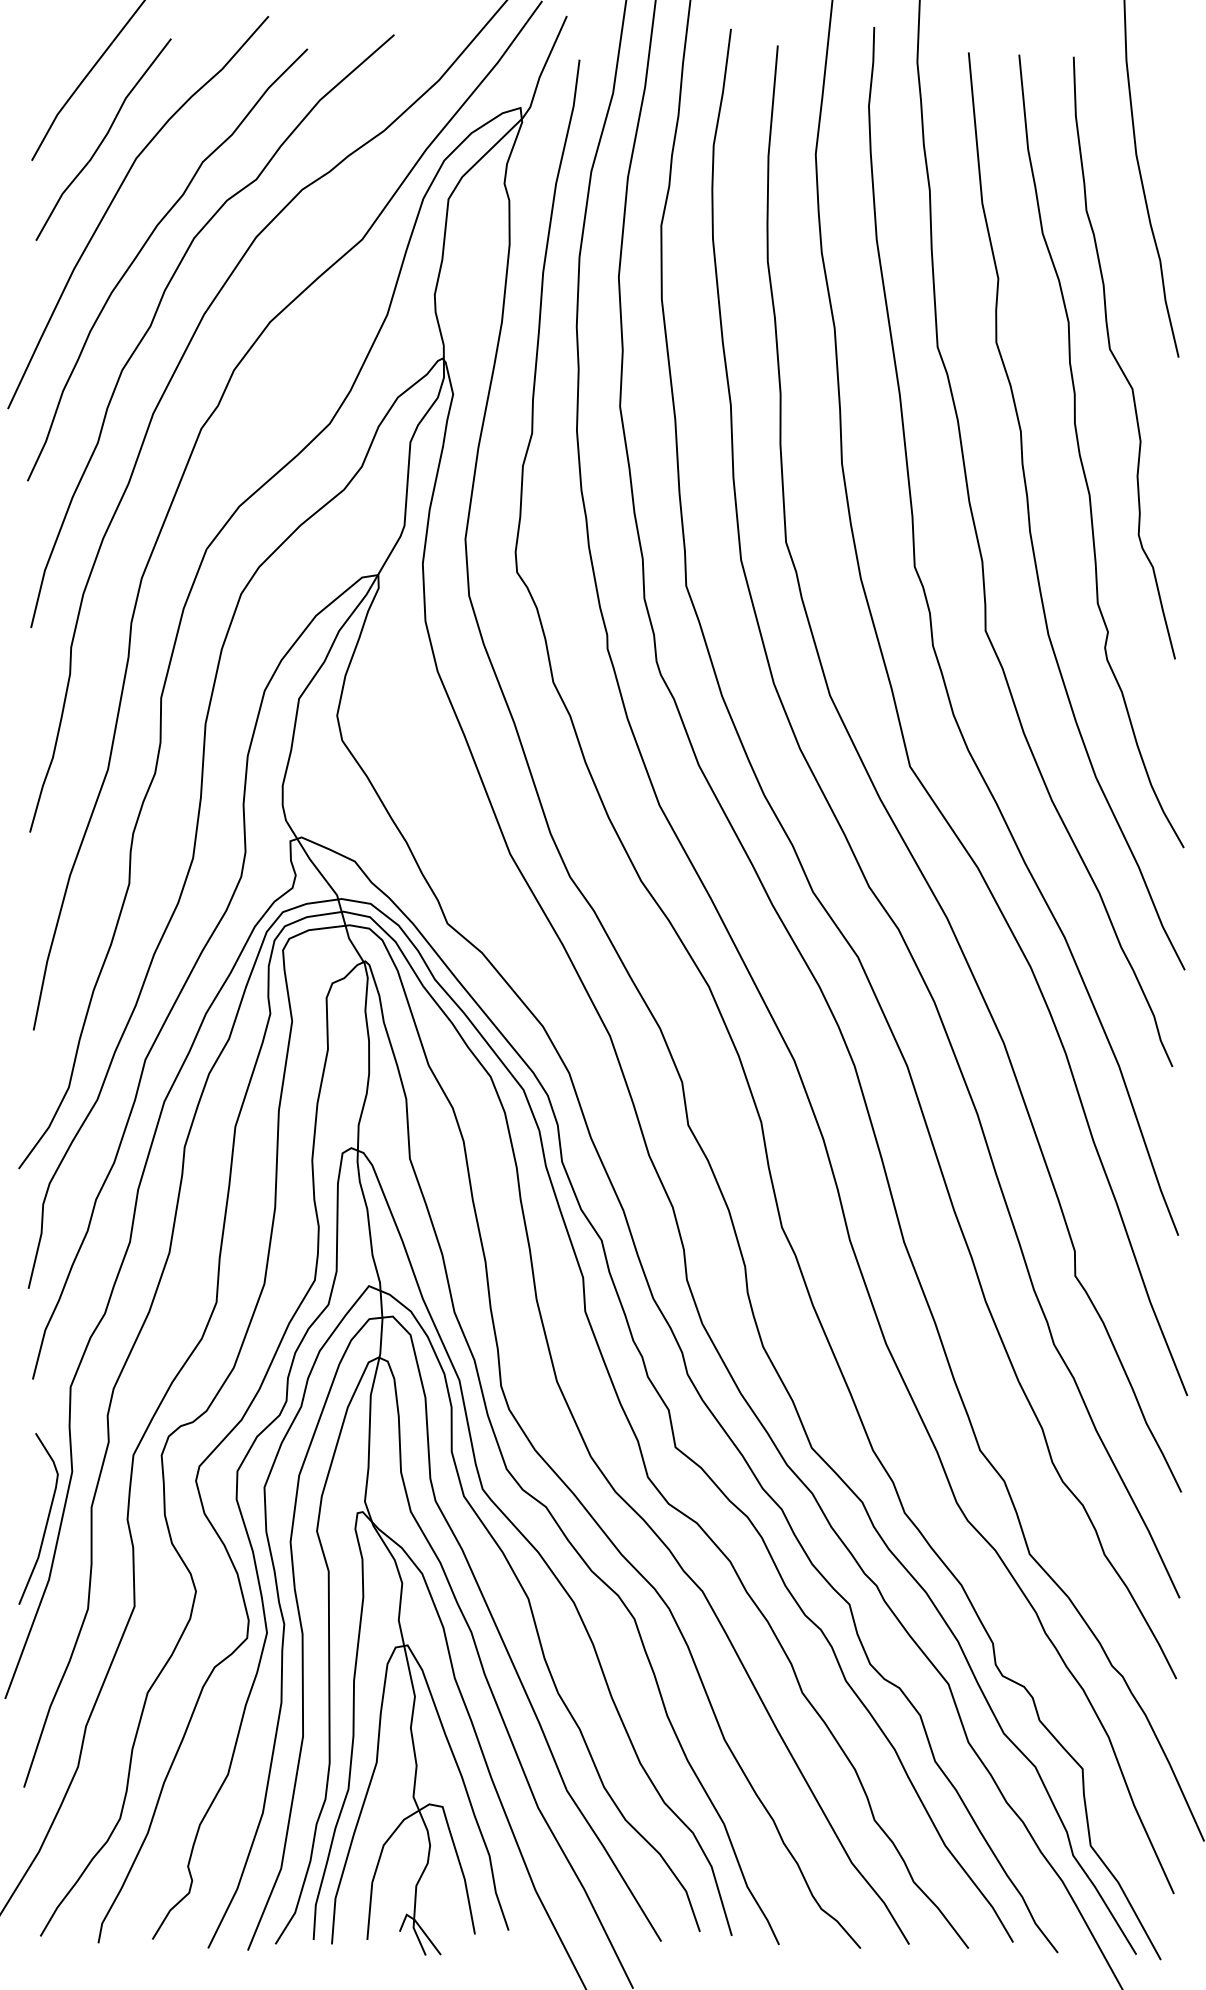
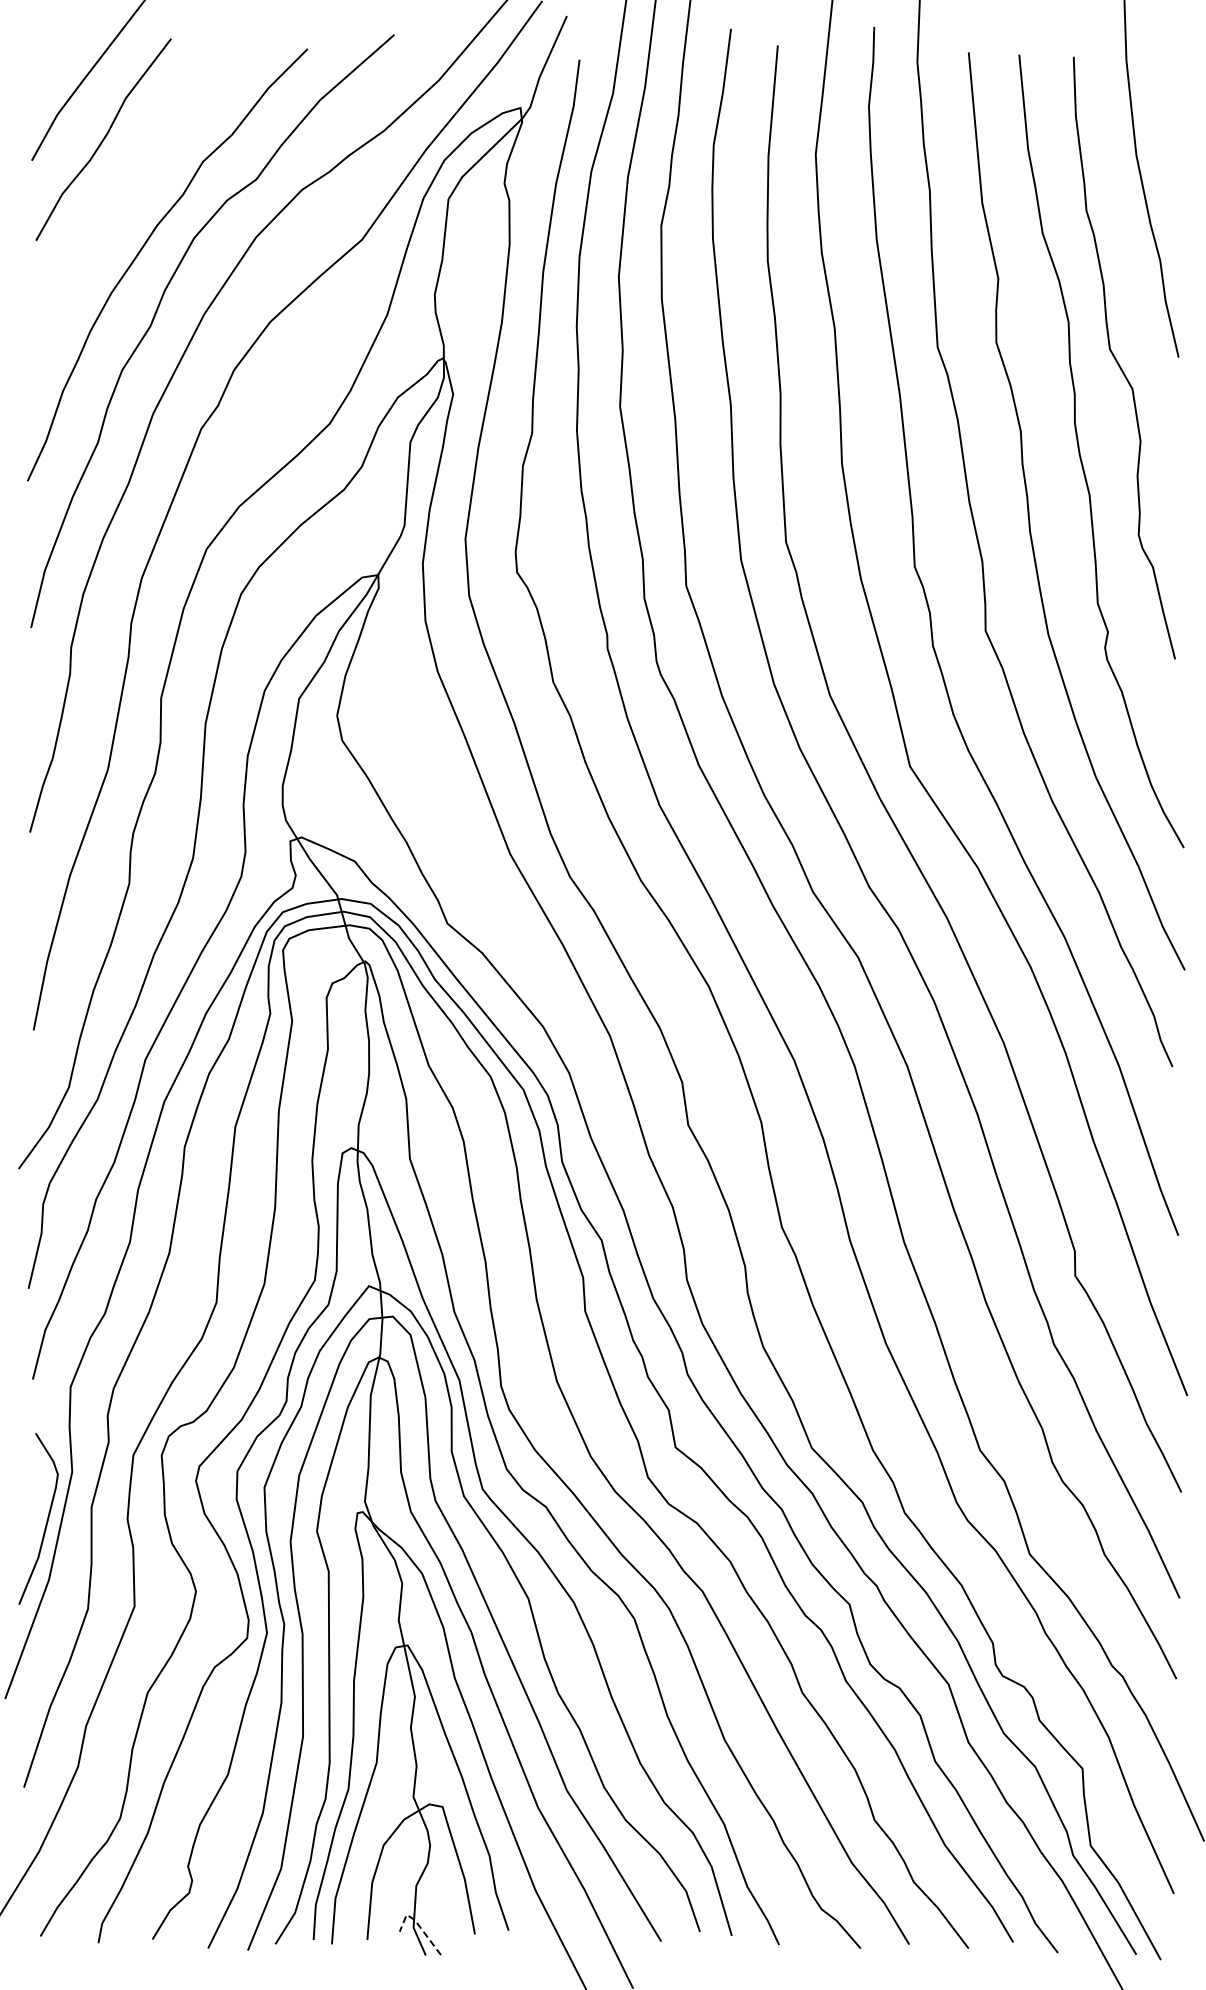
curve at (114, 199): present -> none
line at (418, 1925): solid -> dashed
